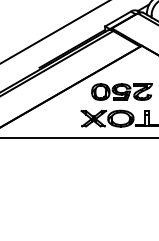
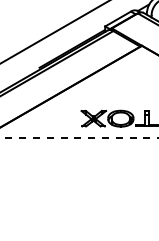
part at (121, 91): present -> none
line at (79, 138): solid -> dashed
